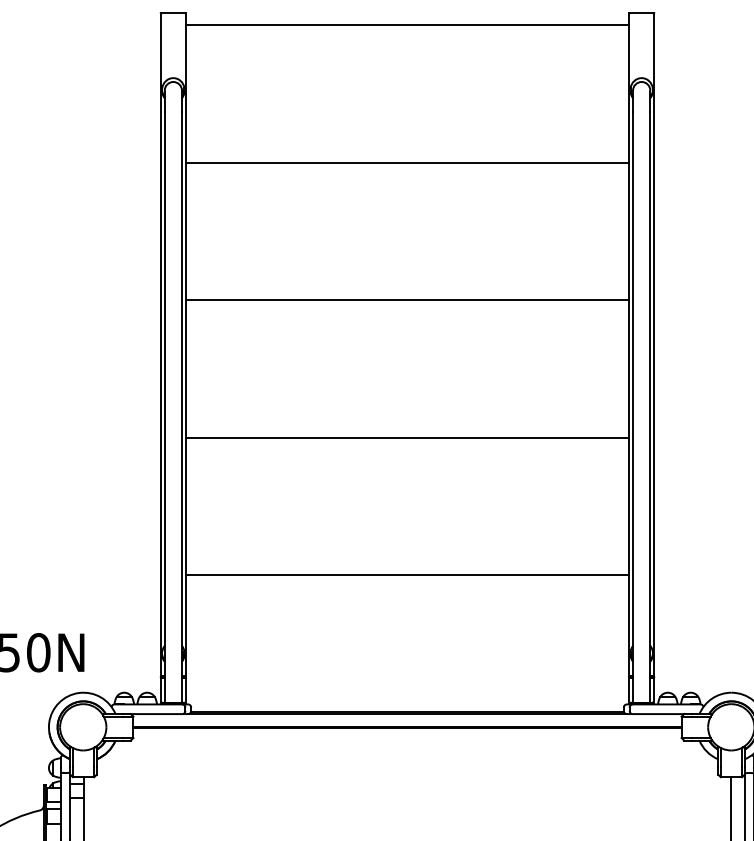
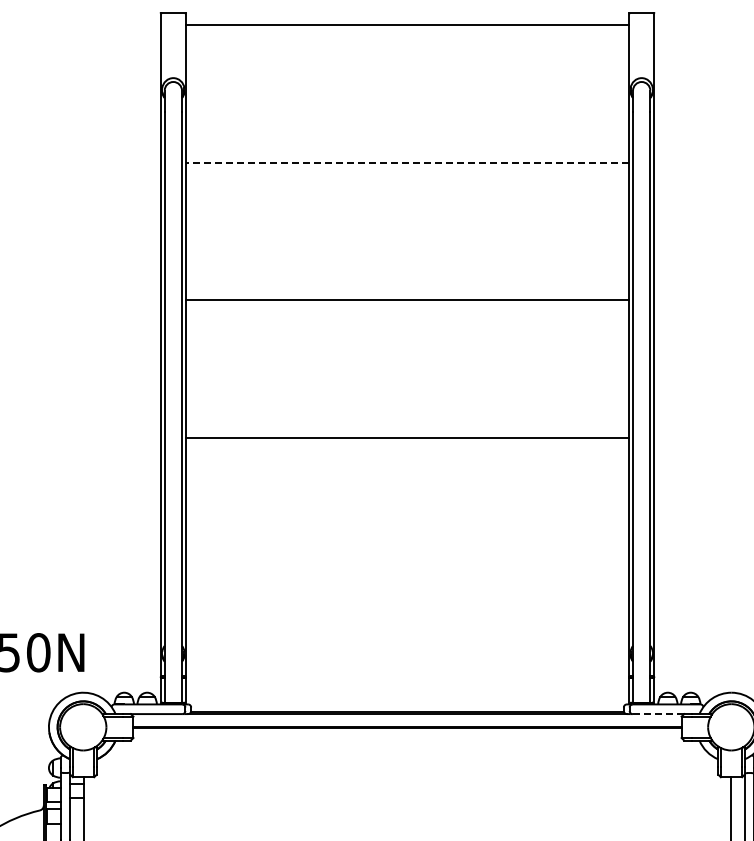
line at (407, 162): solid -> dashed
line at (407, 575): present -> none
arc at (655, 714): solid -> dashed
